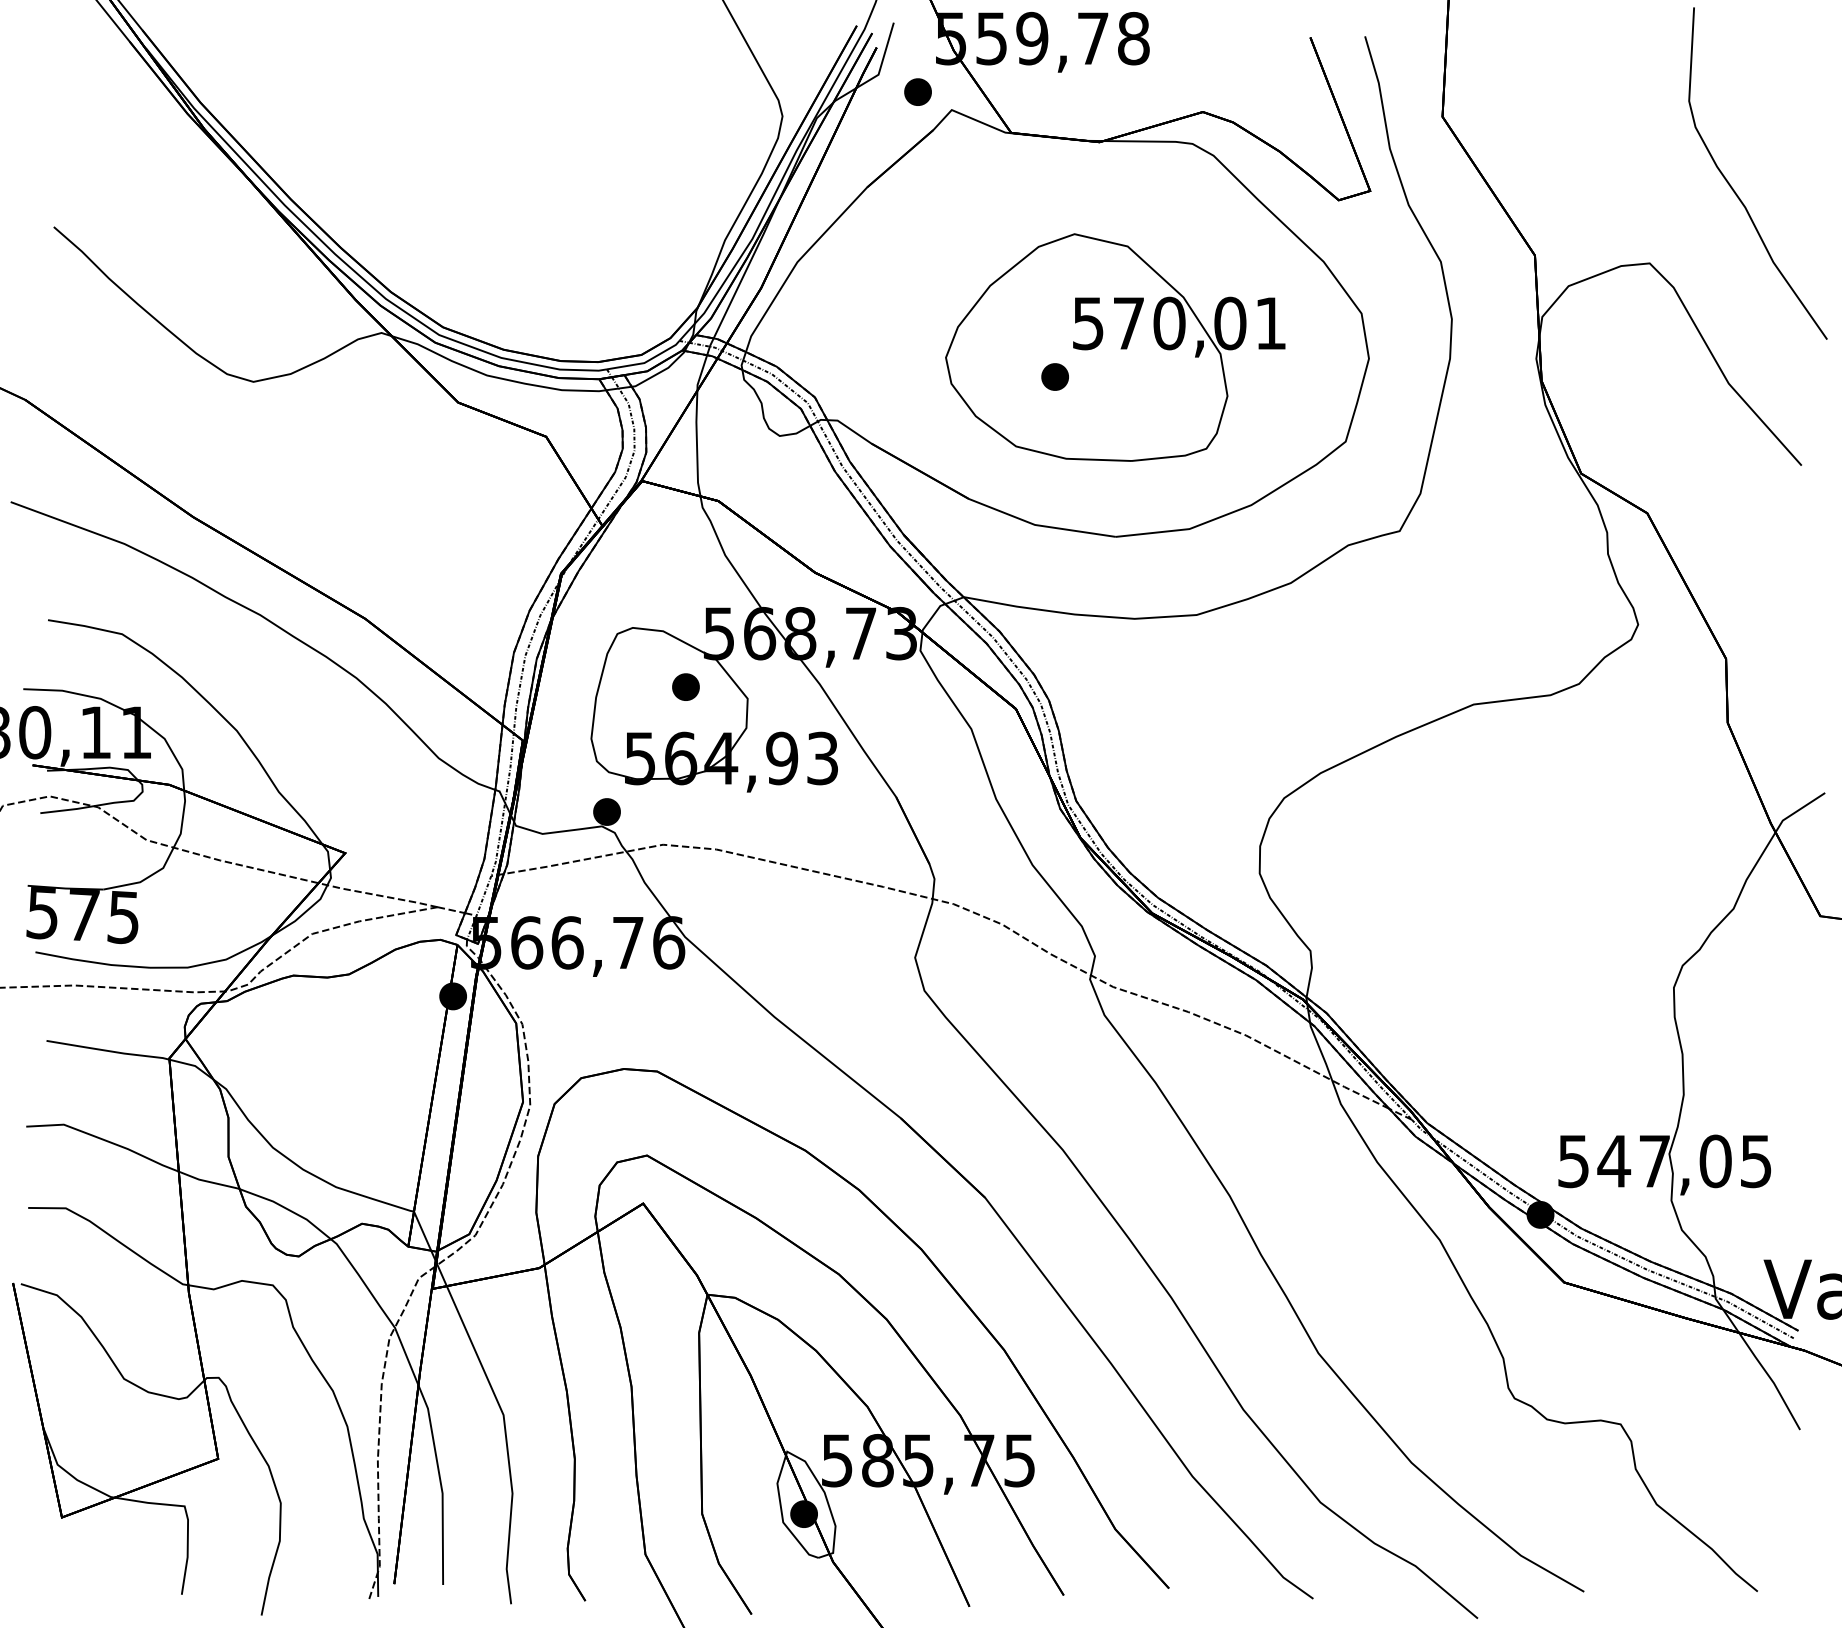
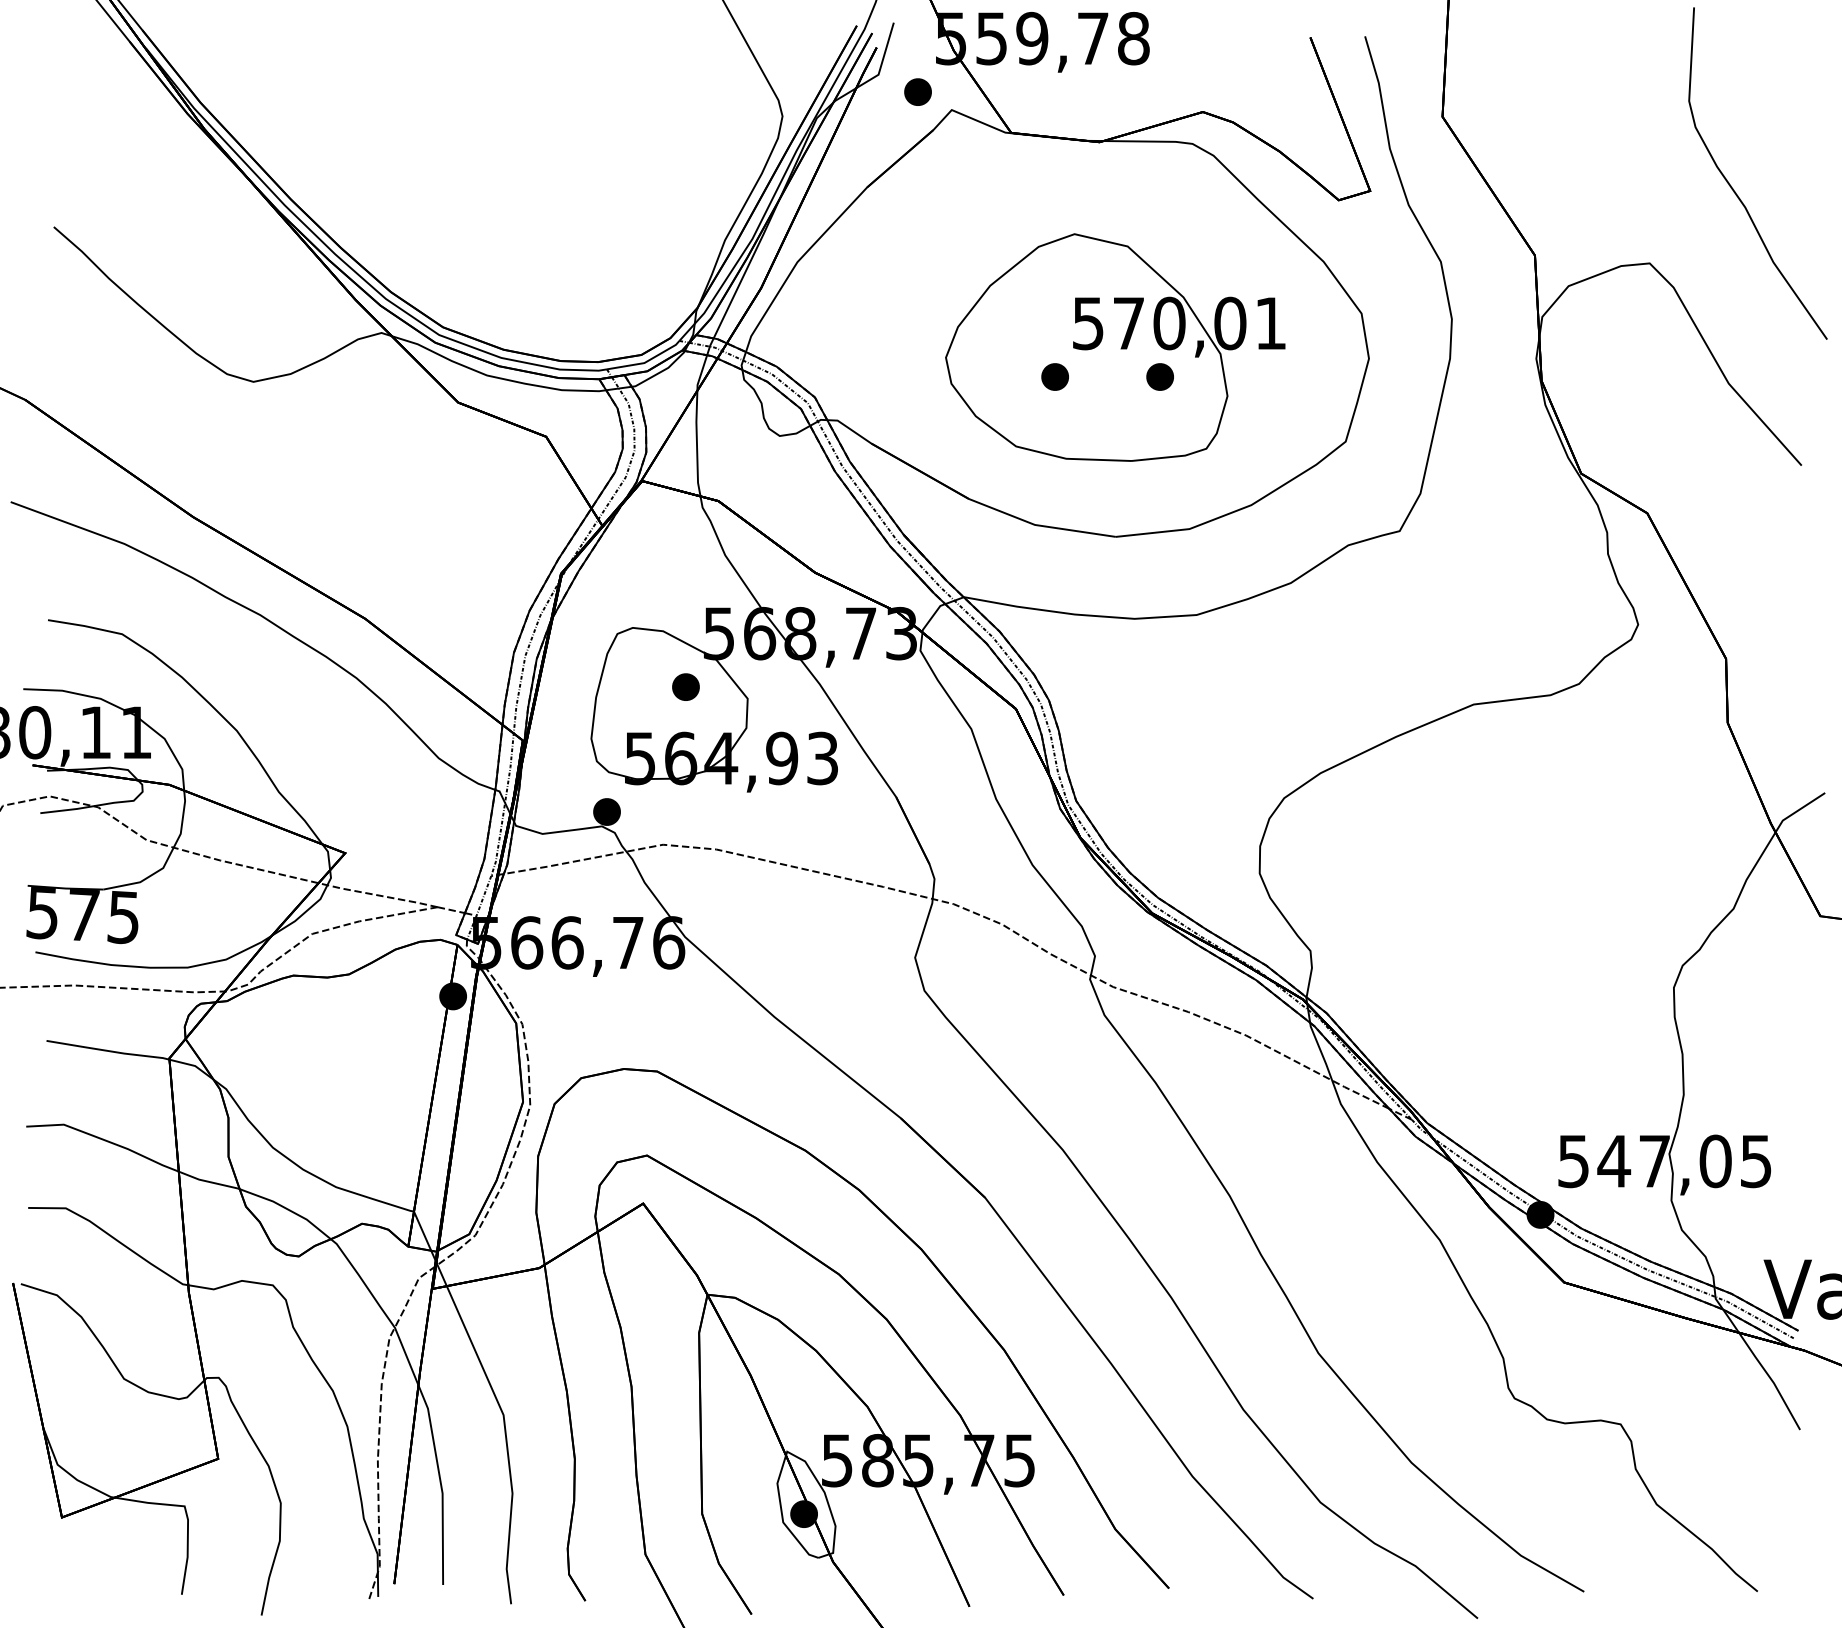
part at (1159, 376): none -> present
